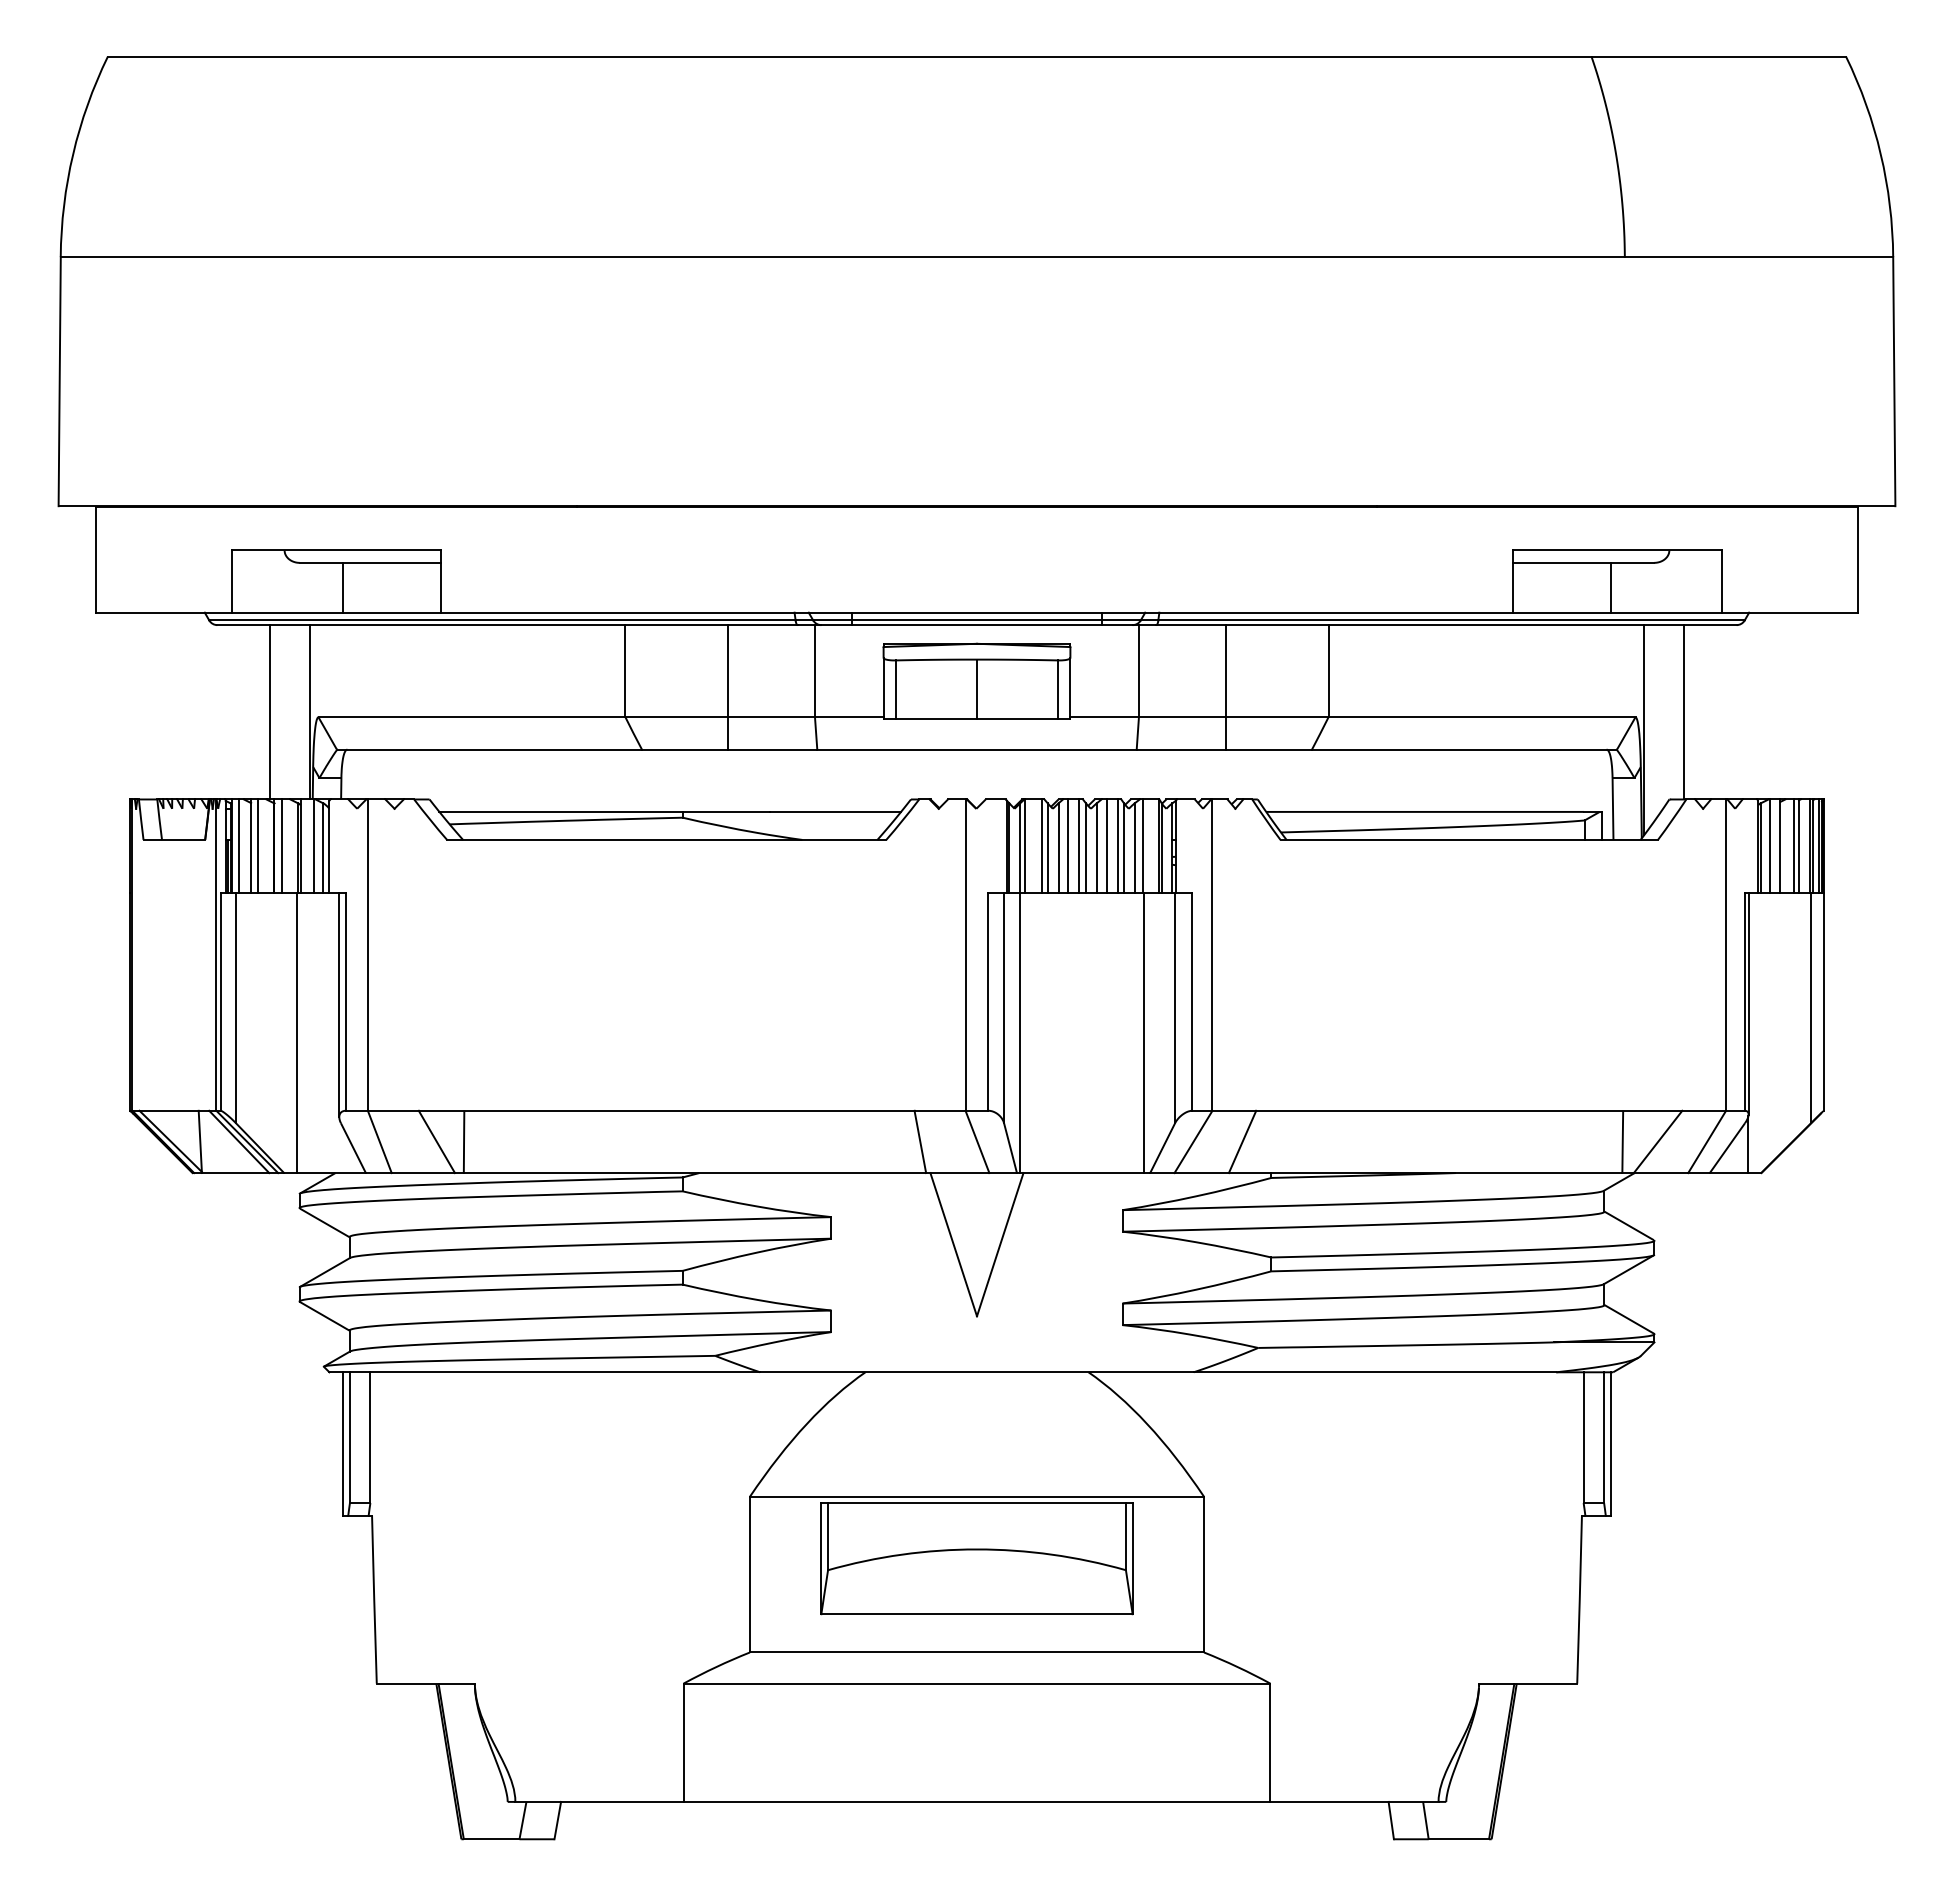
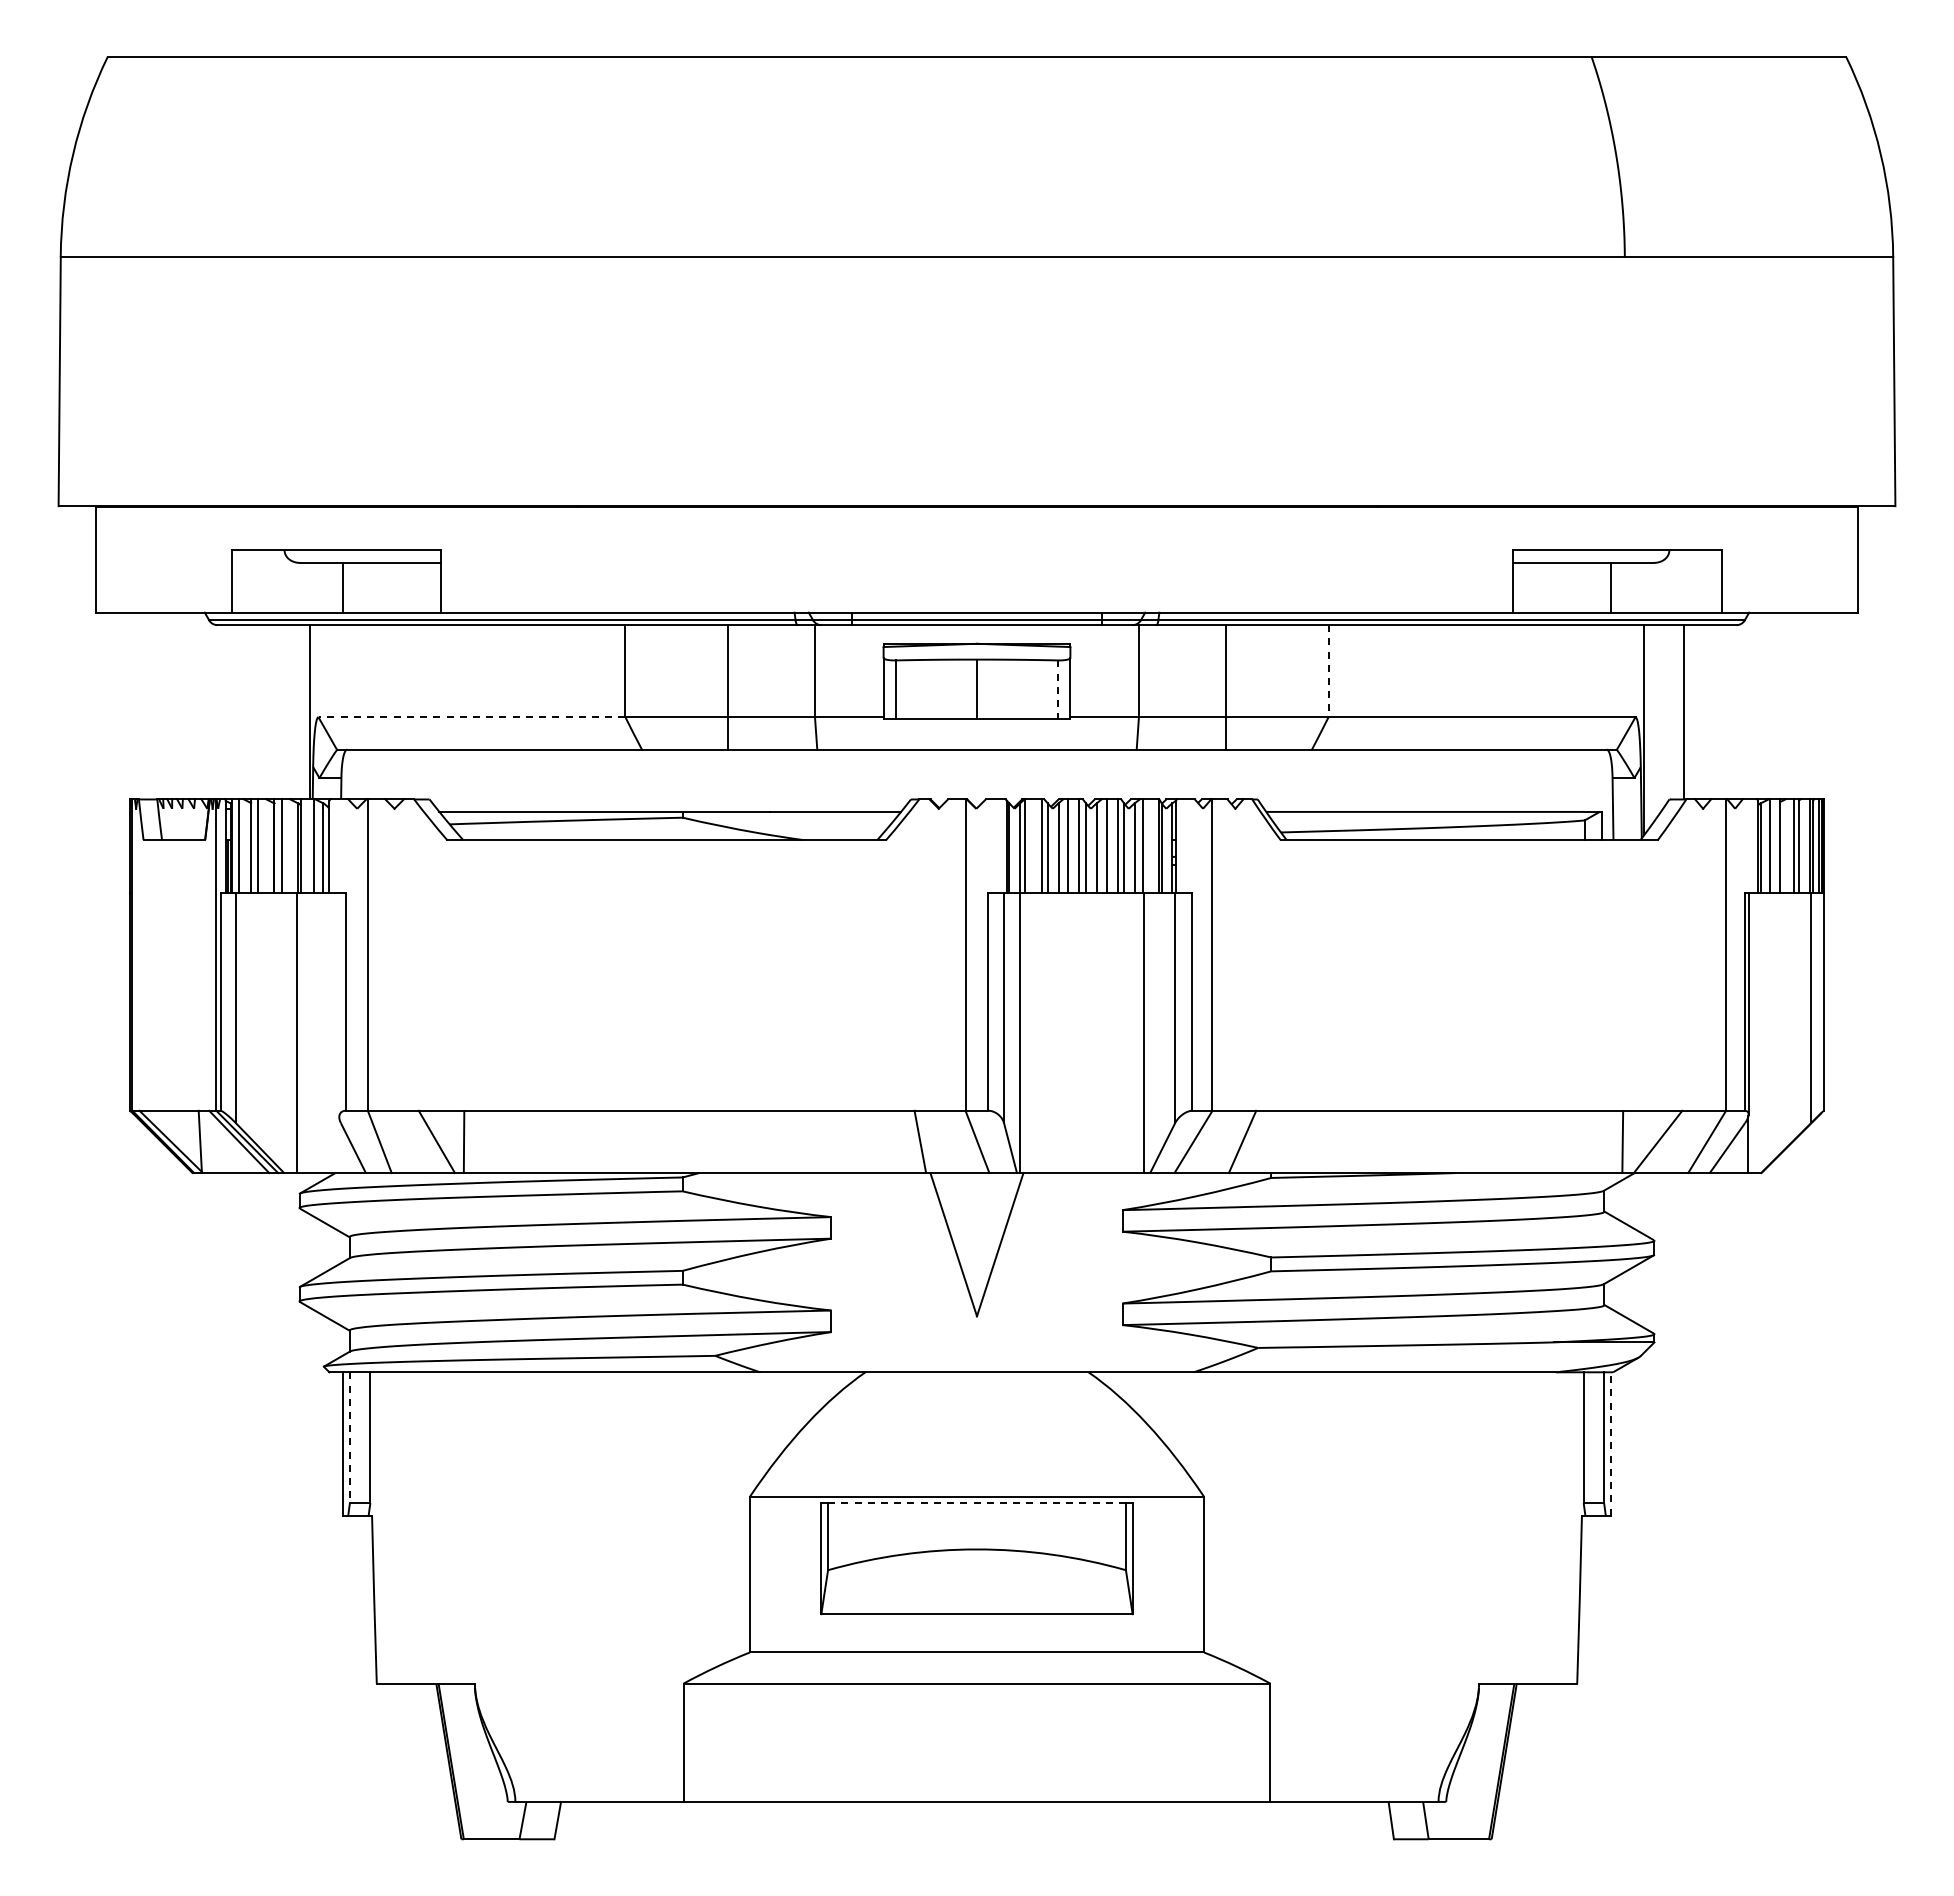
line at (1328, 671): solid -> dashed
line at (1058, 689): solid -> dashed
line at (270, 712): present -> none
line at (471, 717): solid -> dashed
line at (339, 1004): present -> none
line at (349, 1438): solid -> dashed
line at (1610, 1443): solid -> dashed
line at (977, 1503): solid -> dashed
